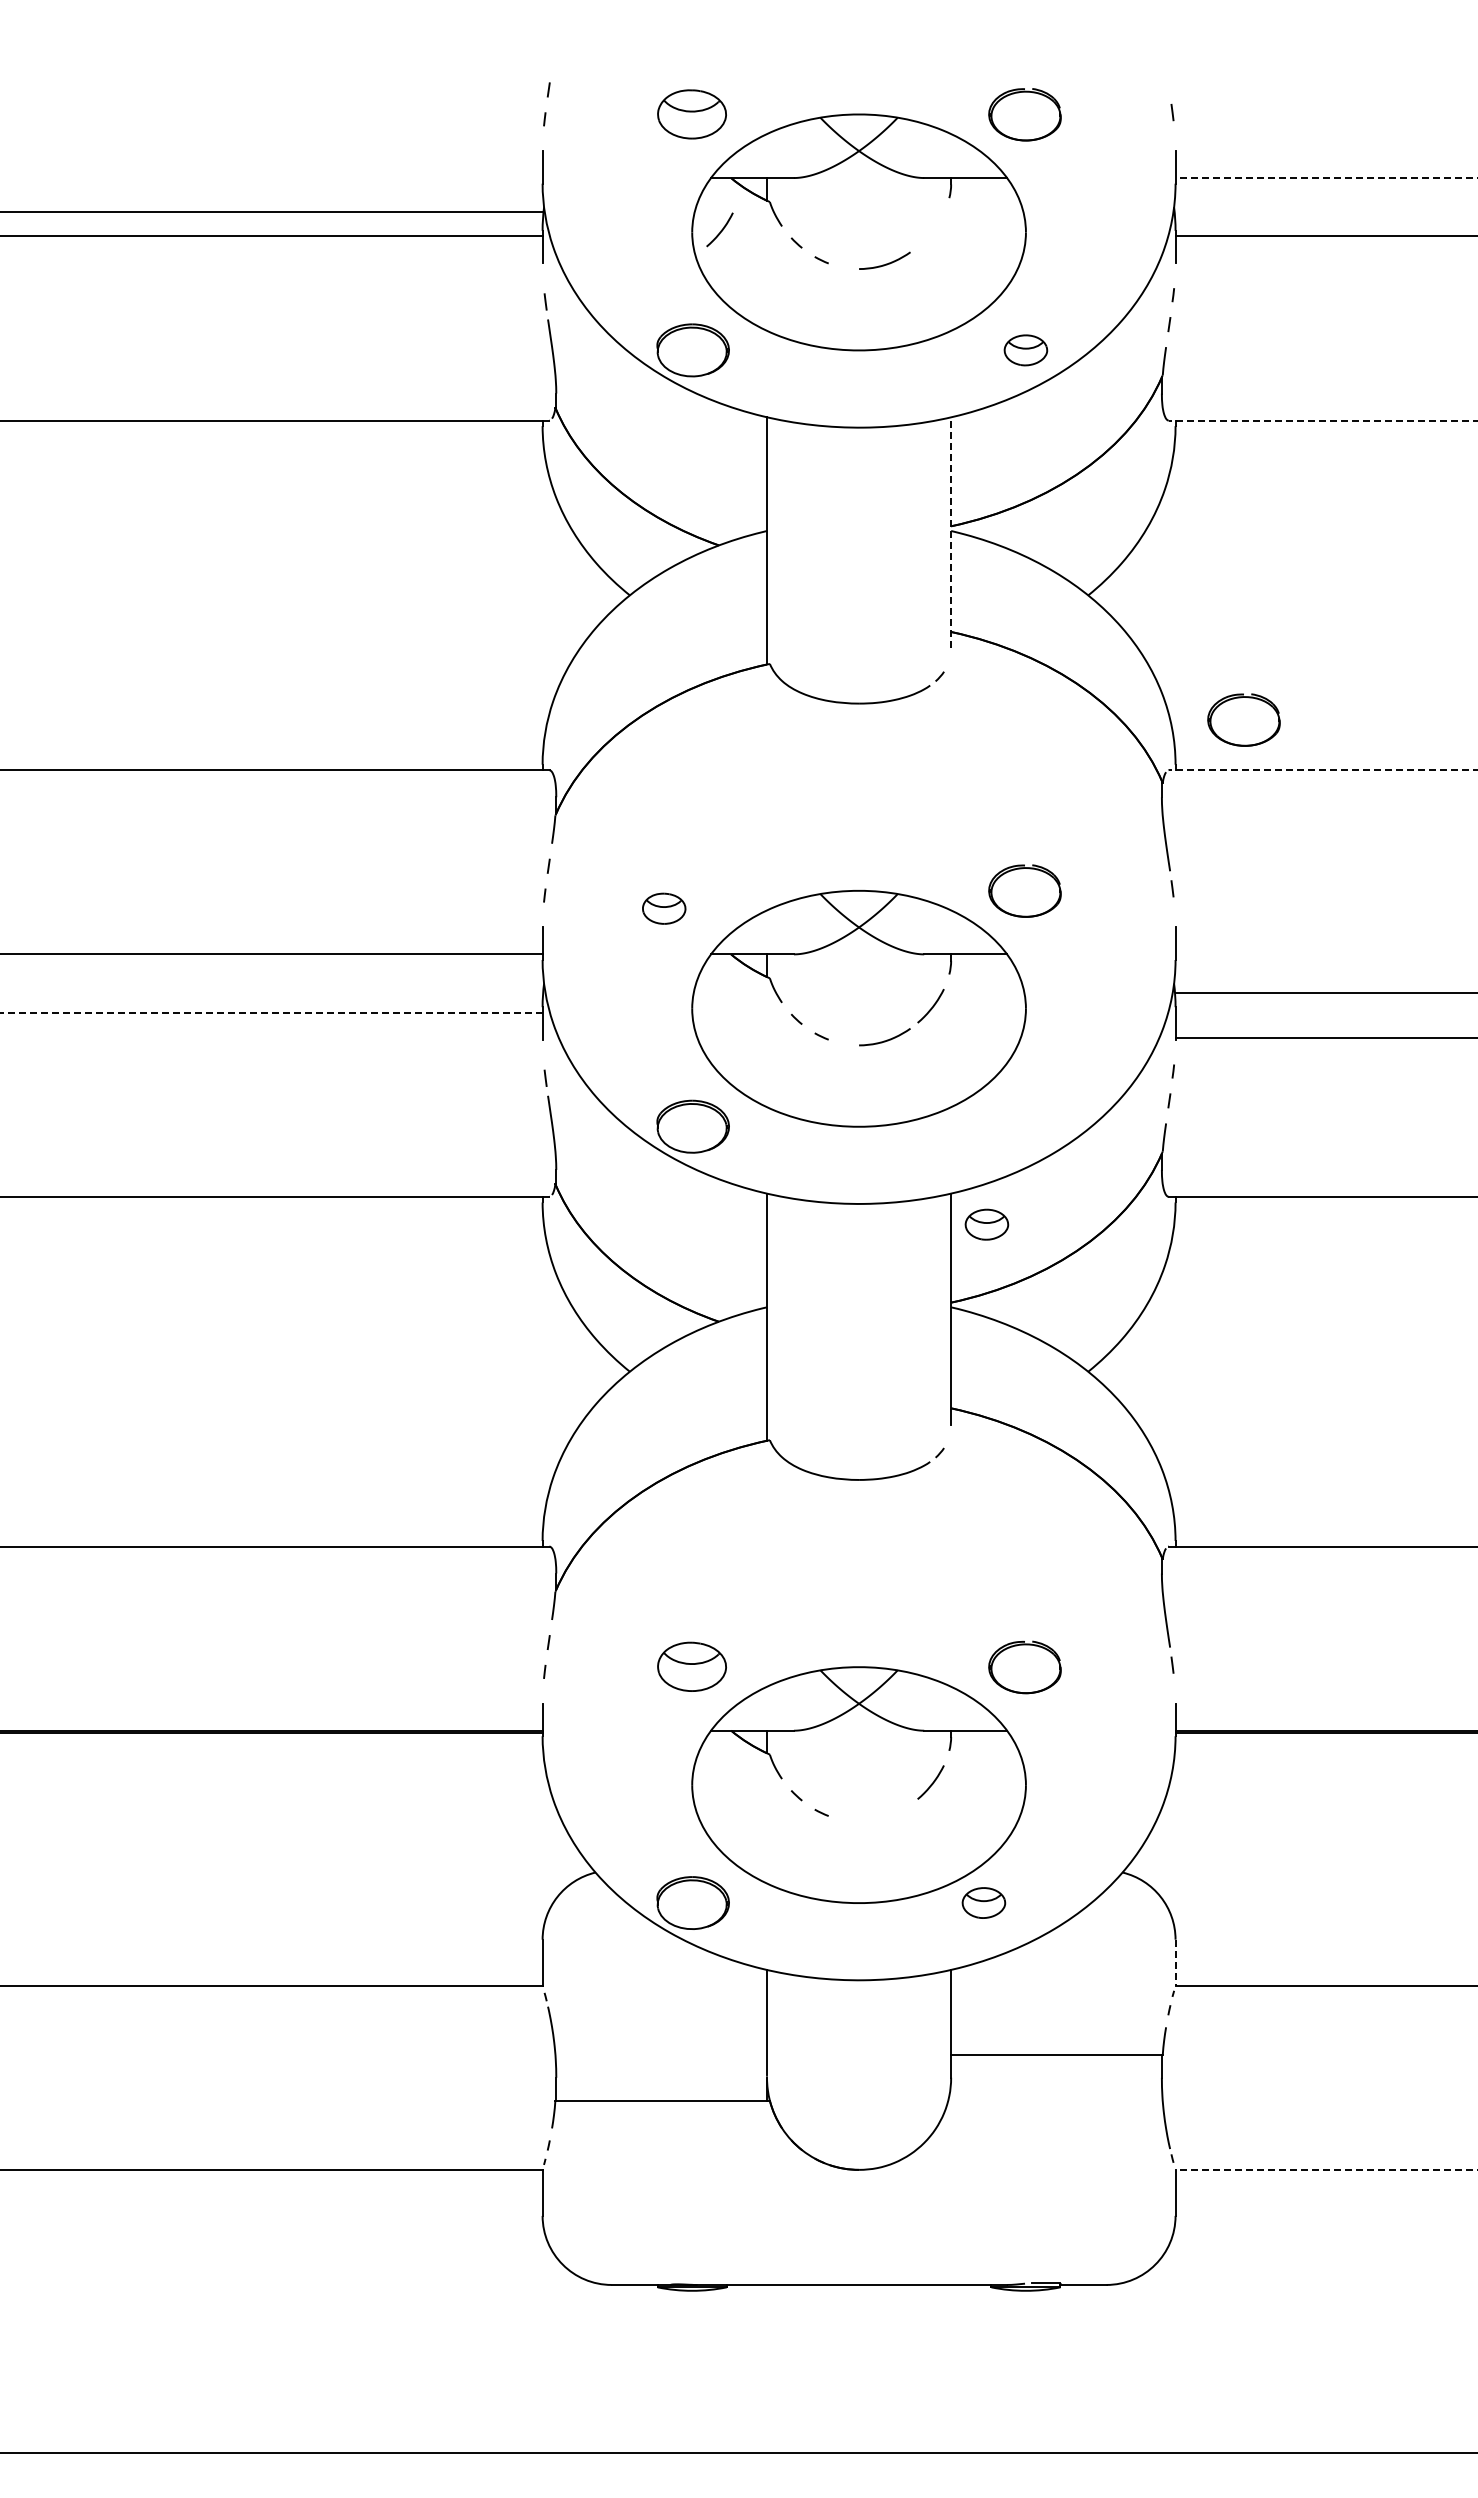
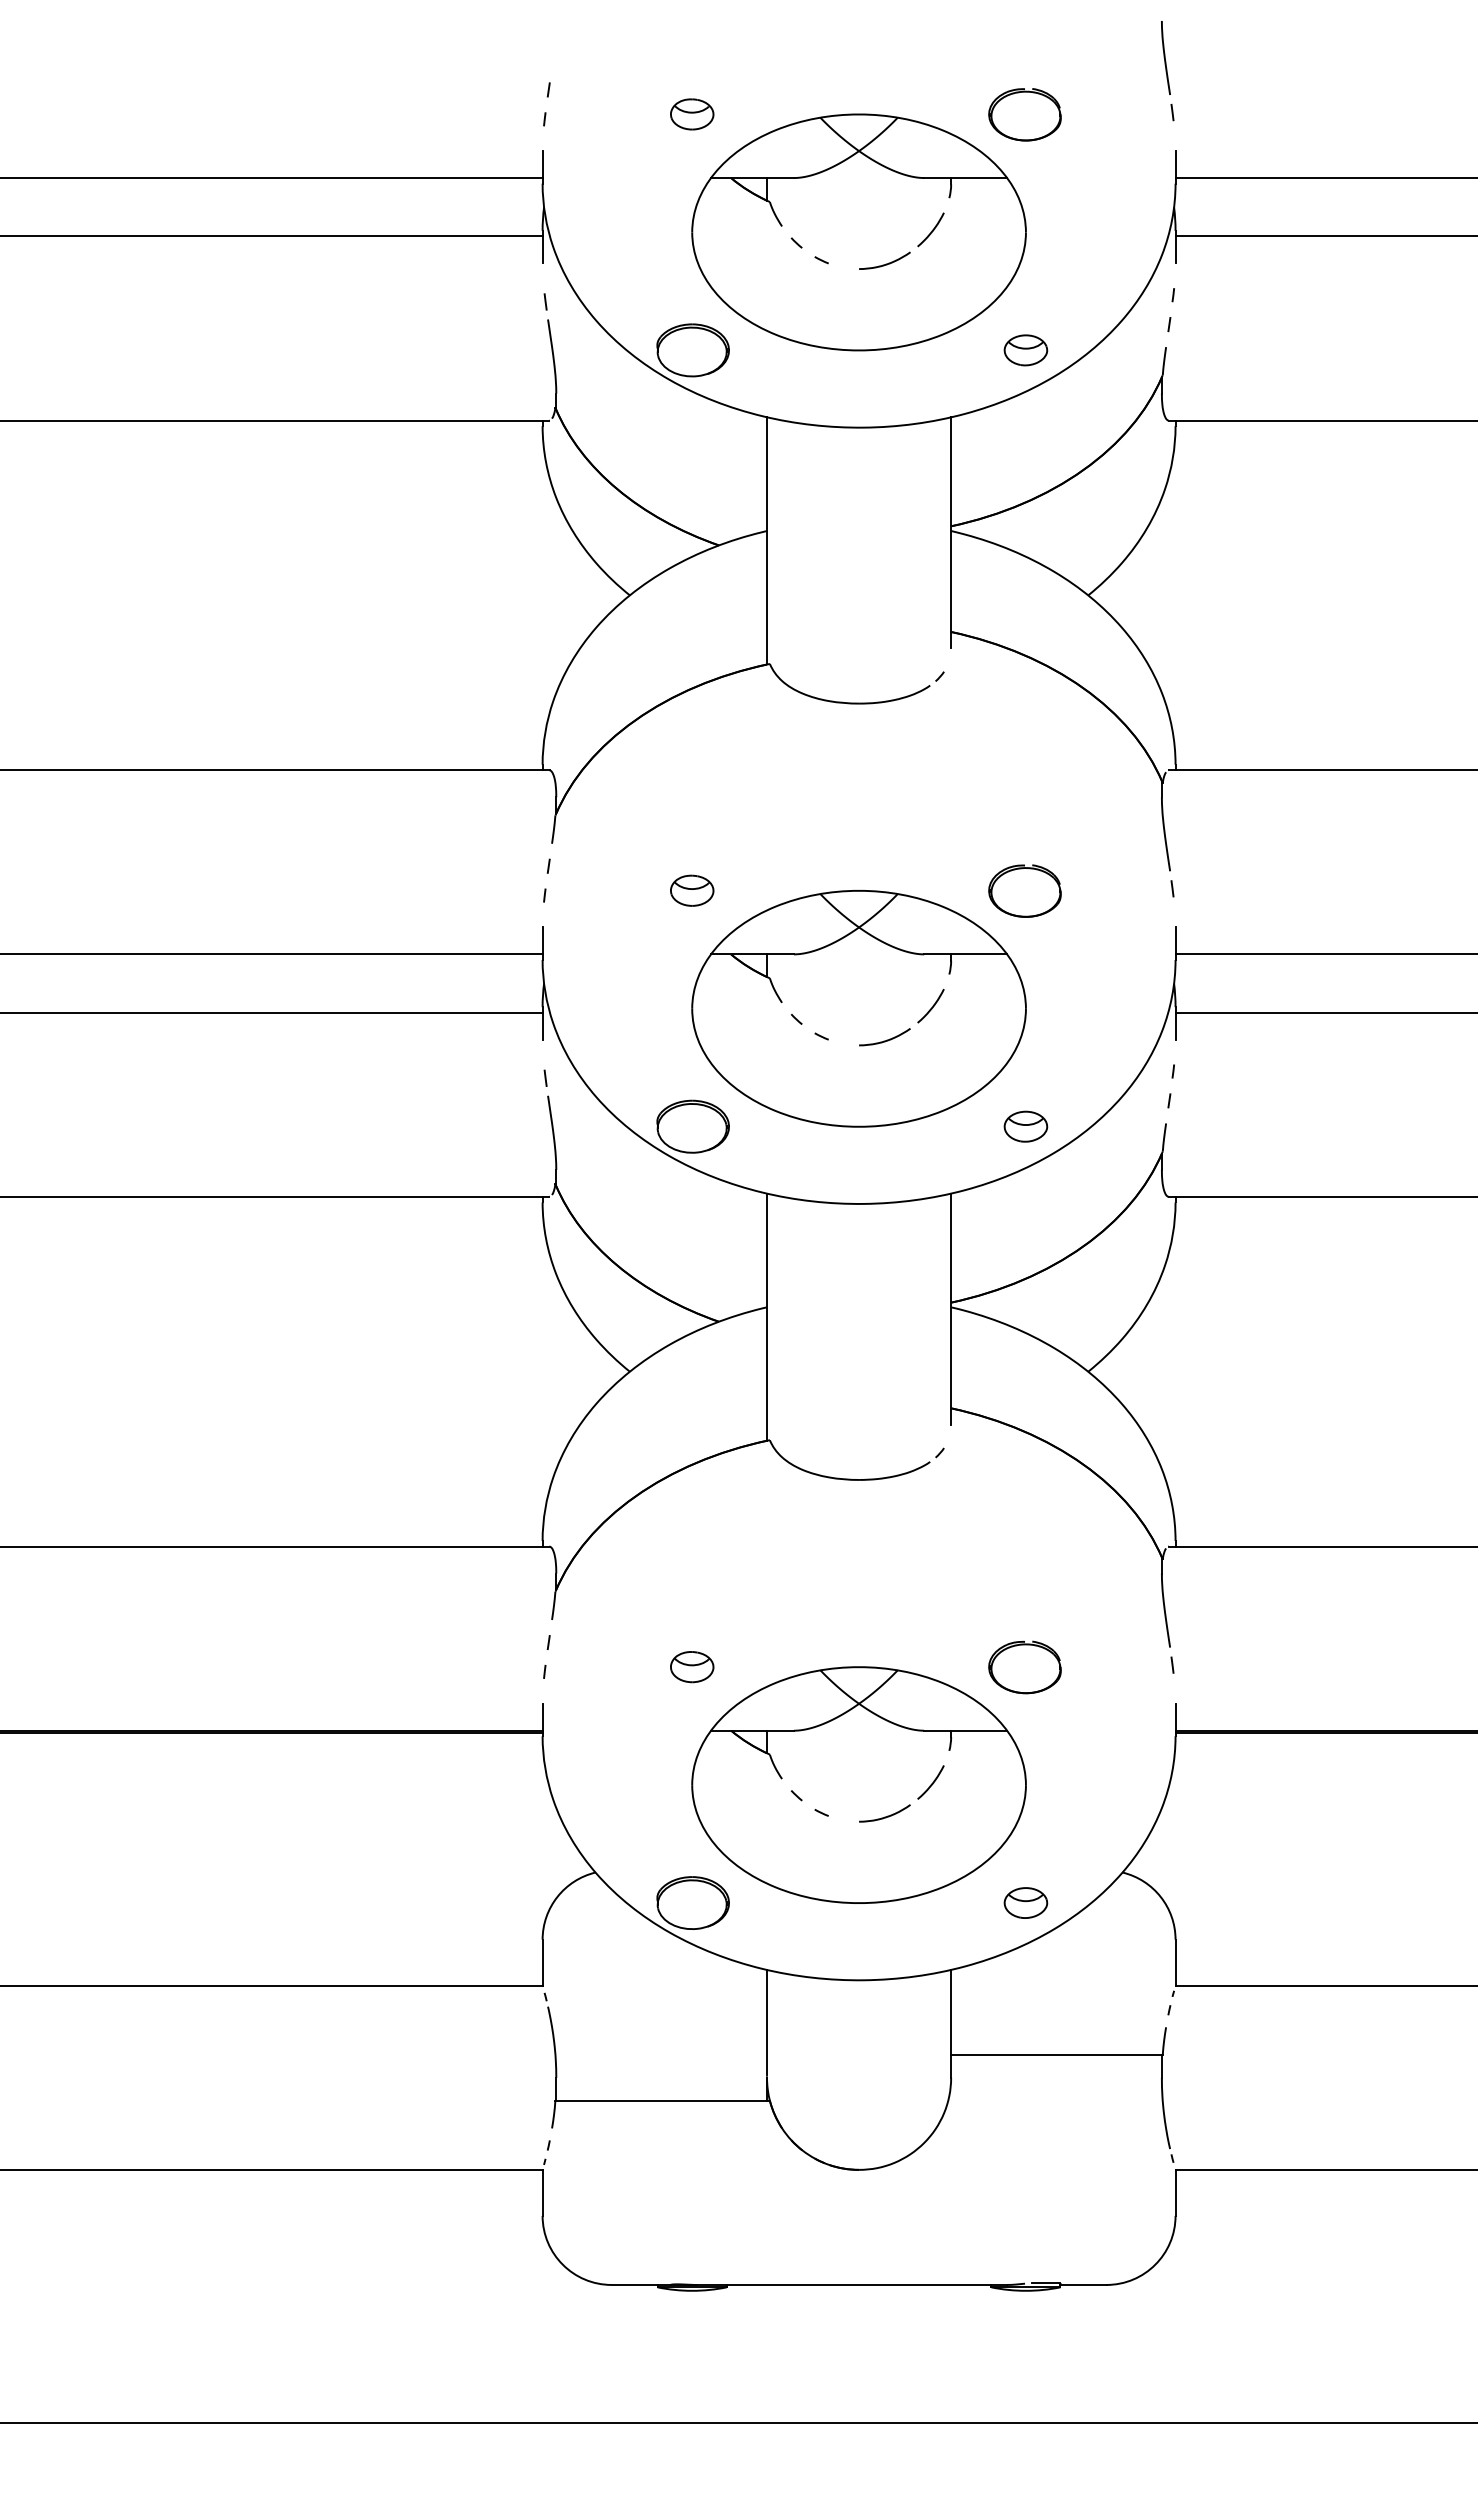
curve at (1165, 57): none -> present
part at (691, 114) size: 70x51 px -> 45x33 px
line at (1326, 178): dashed -> solid
line at (272, 212) position: (272, 212) -> (272, 178)
curve at (720, 230) position: (720, 230) -> (931, 230)
line at (1322, 420): dashed -> solid
line at (951, 532): dashed -> solid
part at (1243, 719): present -> none
line at (1322, 770): dashed -> solid
part at (664, 908) position: (664, 908) -> (692, 890)
line at (1324, 993) position: (1324, 993) -> (1324, 954)
line at (271, 1012): dashed -> solid
line at (1324, 1037) position: (1324, 1037) -> (1324, 1012)
part at (986, 1224) position: (986, 1224) -> (1025, 1126)
part at (691, 1666) size: 70x51 px -> 45x33 px
curve at (884, 1816): none -> present
part at (983, 1902) position: (983, 1902) -> (1025, 1902)
line at (1175, 1963): dashed -> solid
line at (1326, 2169): dashed -> solid
line at (738, 2453) position: (738, 2453) -> (738, 2423)
